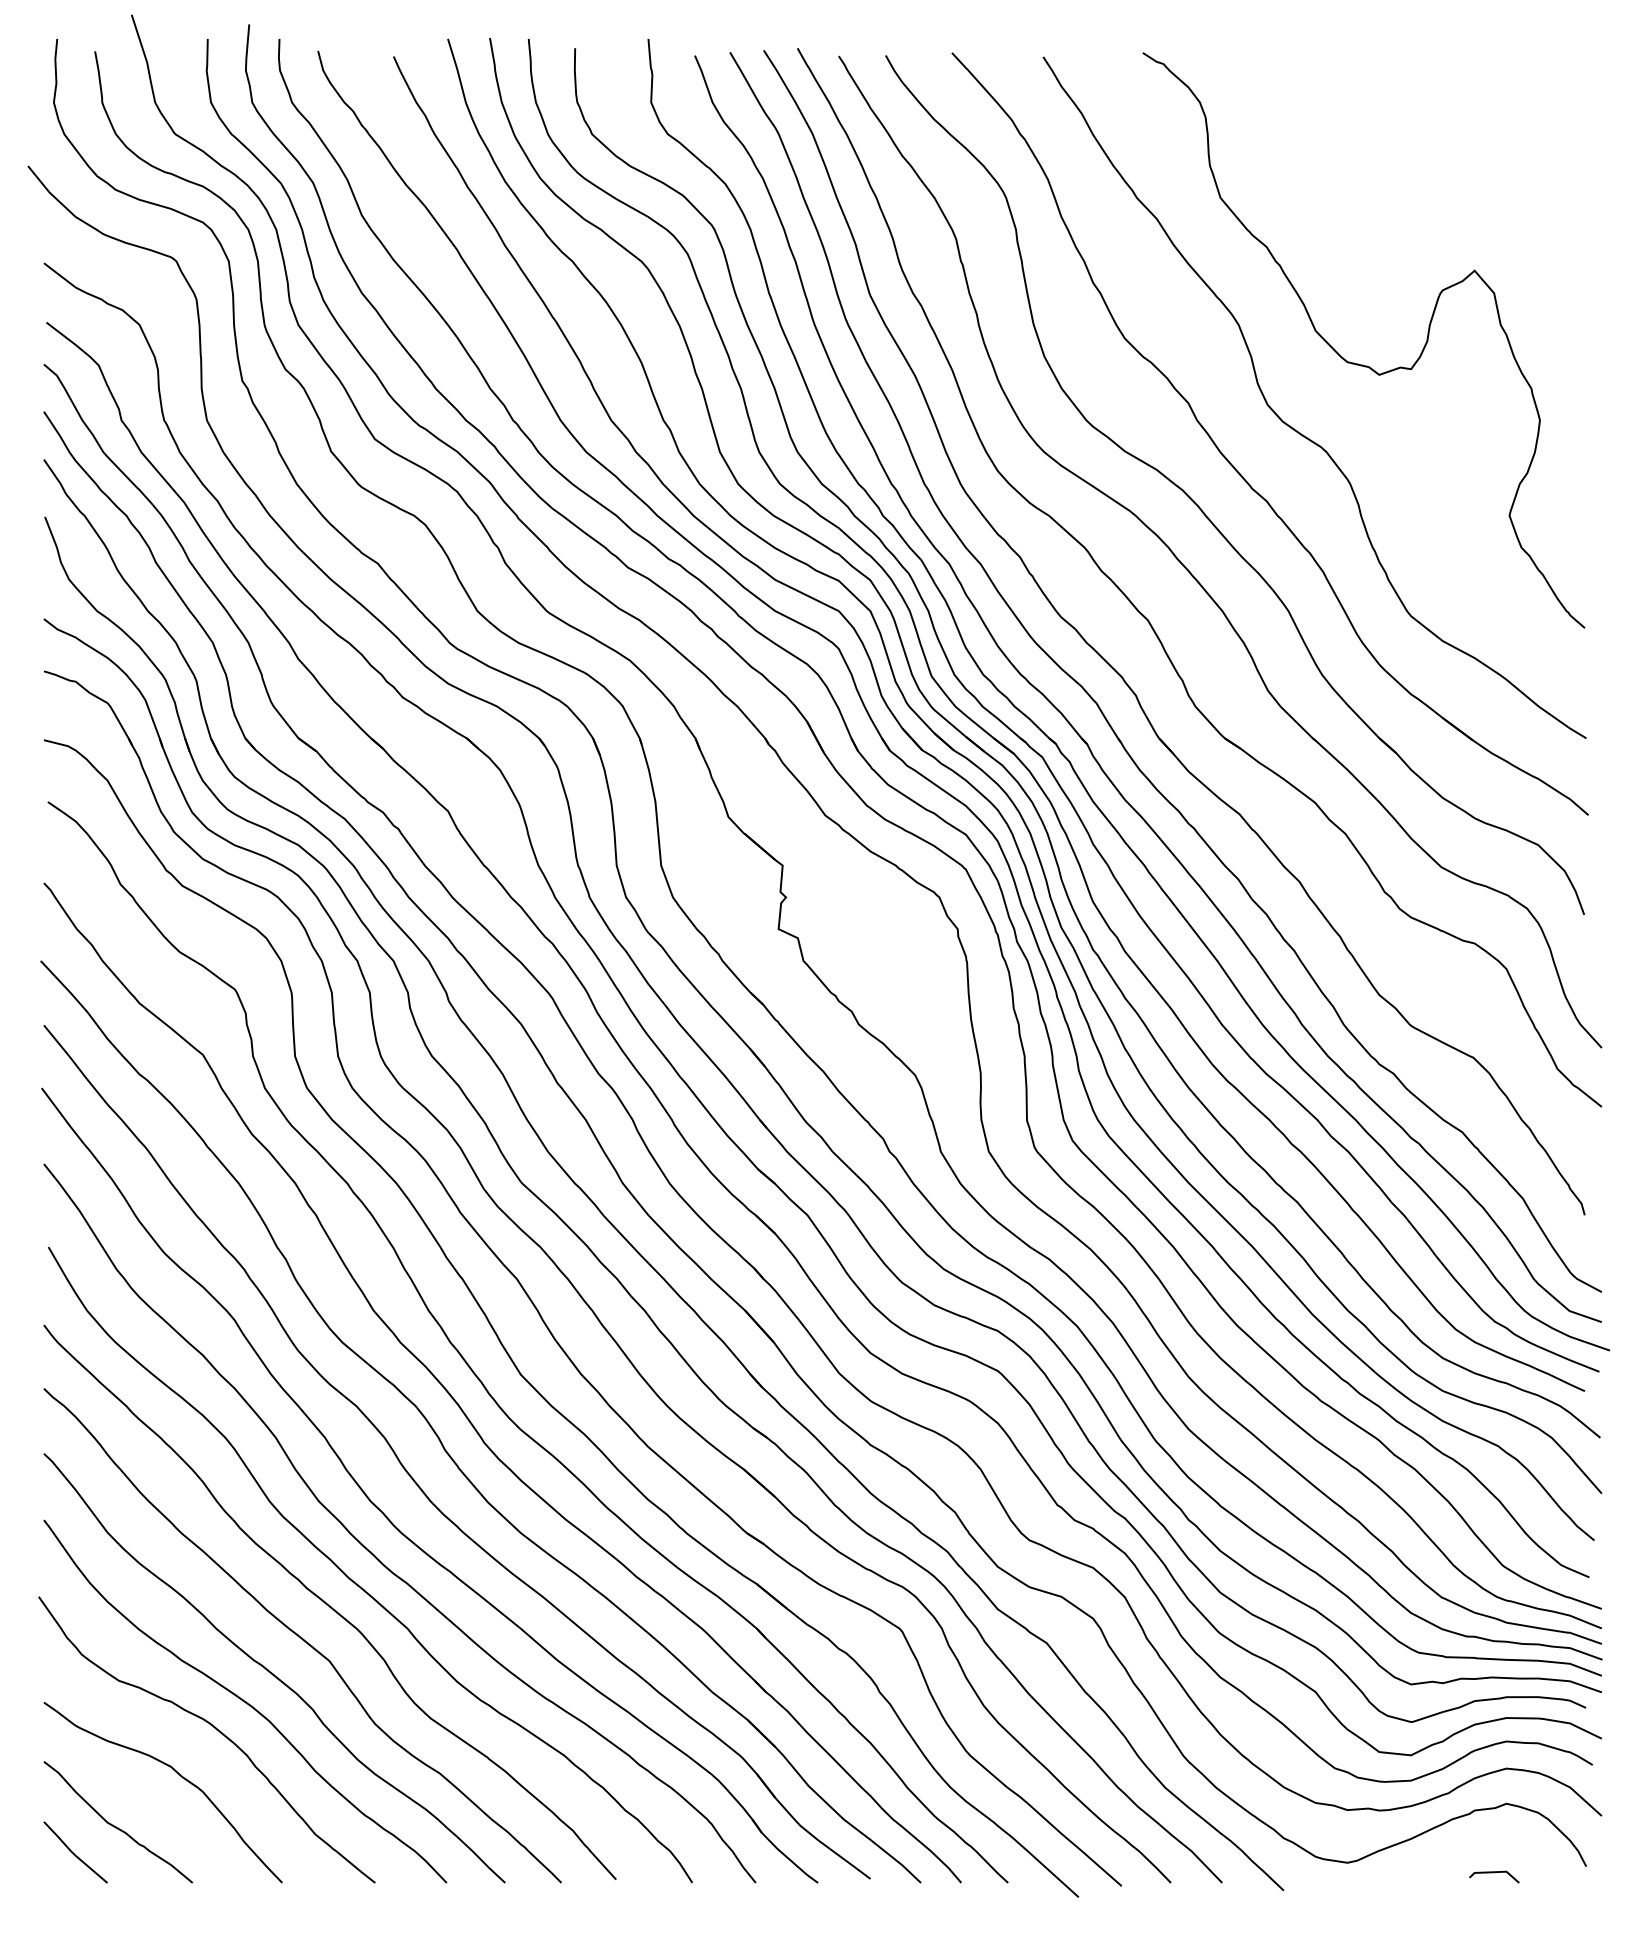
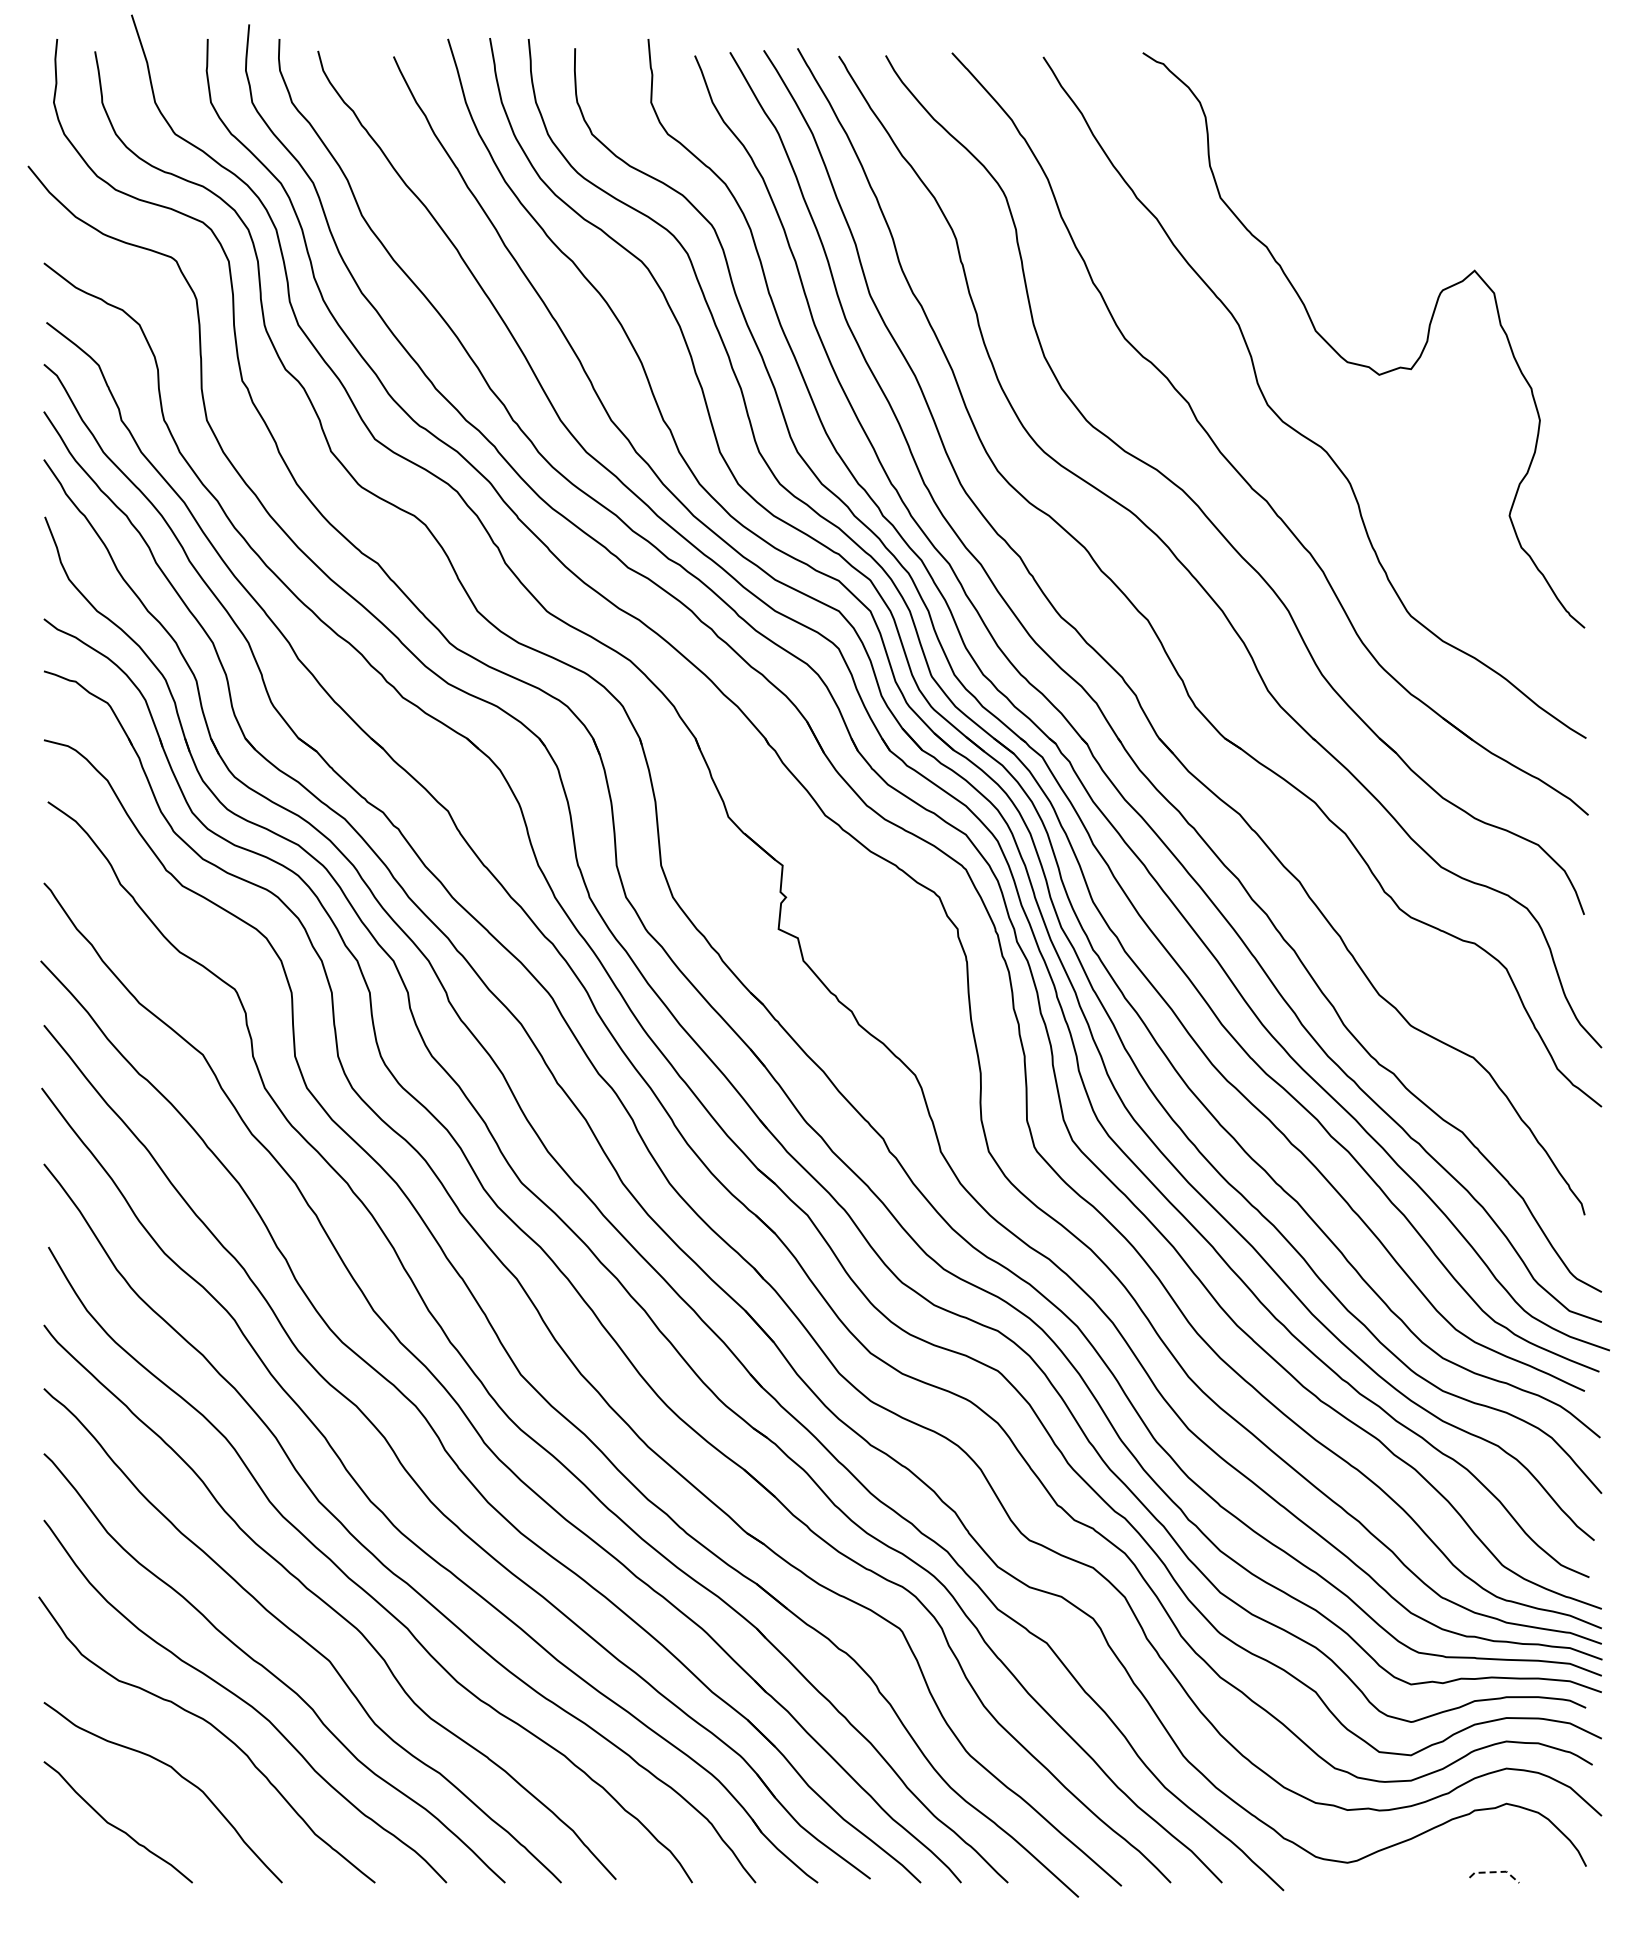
line at (74, 1853): present -> none
line at (1495, 1872): solid -> dashed
